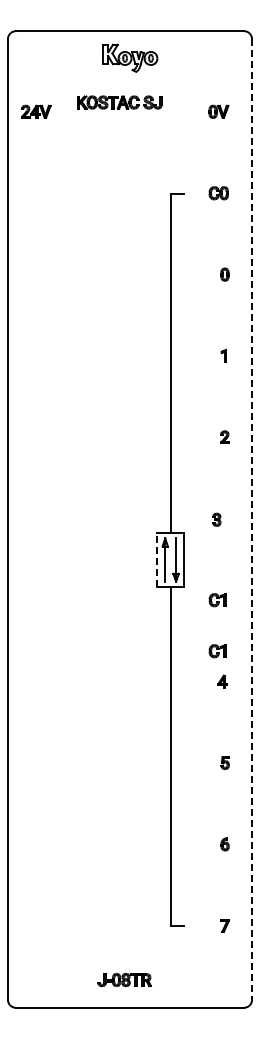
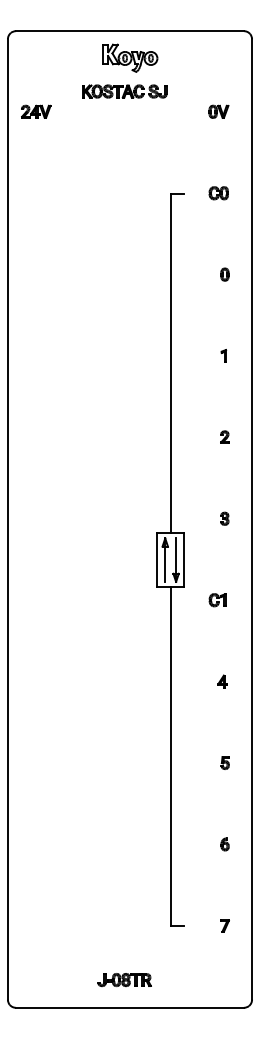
part at (119, 102) position: (119, 102) -> (124, 91)
part at (216, 519) position: (216, 519) -> (224, 518)
line at (252, 519): dashed -> solid
line at (157, 559): dashed -> solid
part at (217, 651): present -> none
